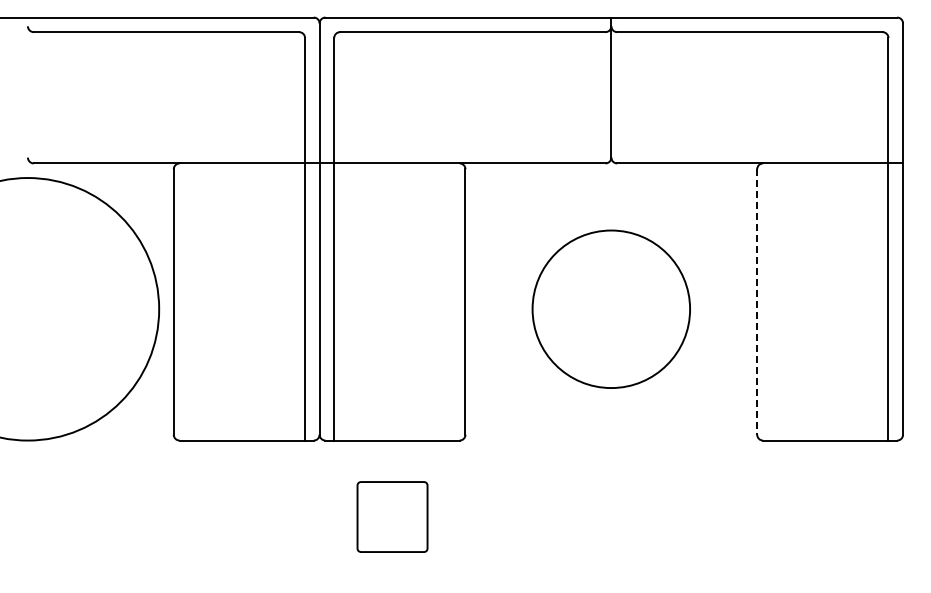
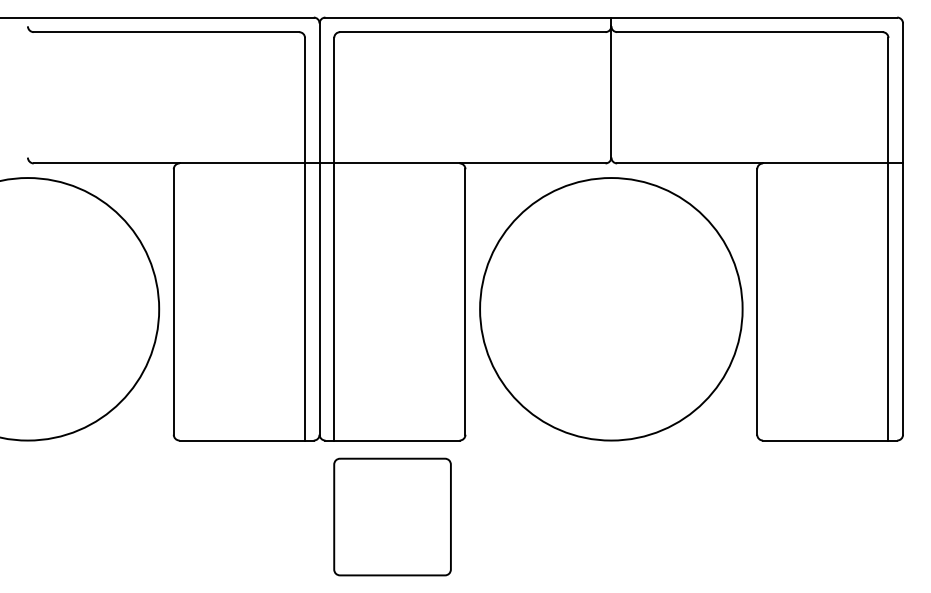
line at (757, 302): dashed -> solid
circle at (611, 309) diameter: 158 px -> 263 px
part at (392, 516) size: 73x72 px -> 119x120 px
